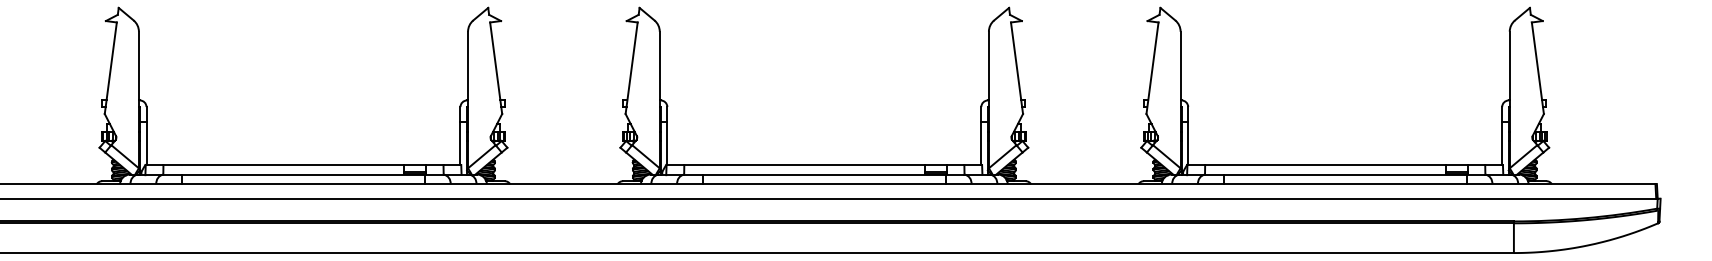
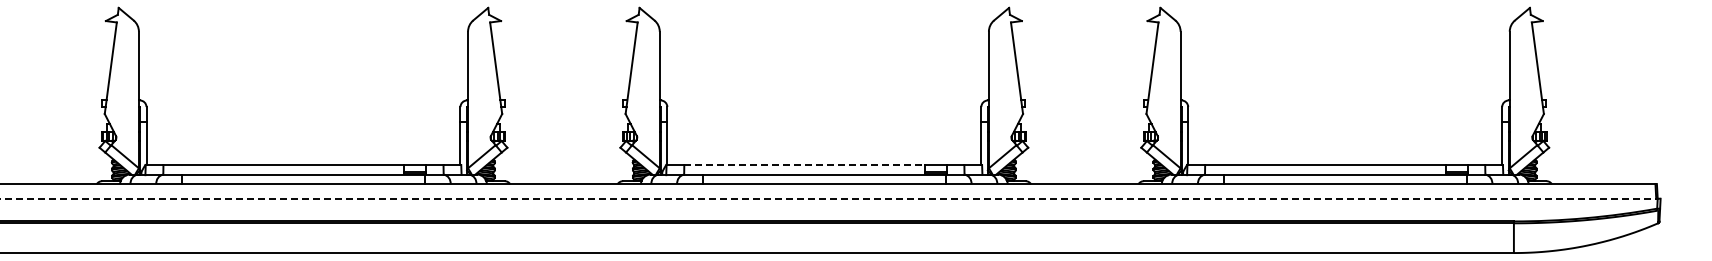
line at (805, 165): solid -> dashed
line at (828, 198): solid -> dashed
